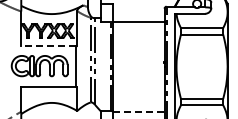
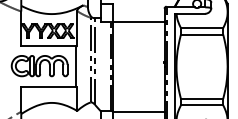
line at (48, 46): dashed -> solid
line at (138, 111): dashed -> solid
